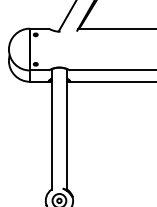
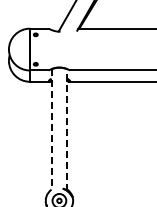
line at (51, 129): solid -> dashed
line at (67, 130): solid -> dashed
